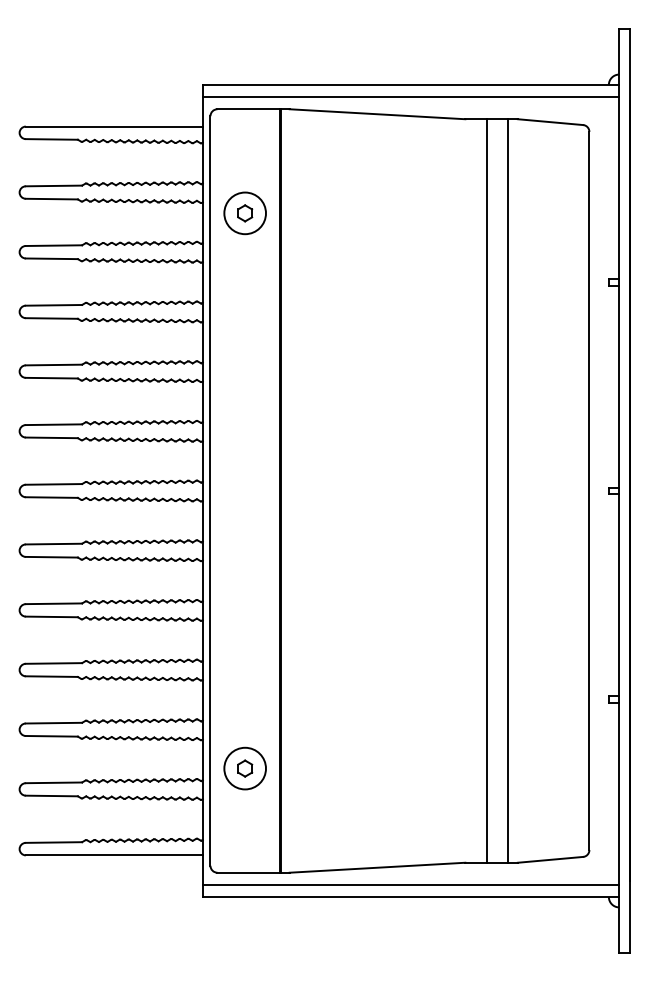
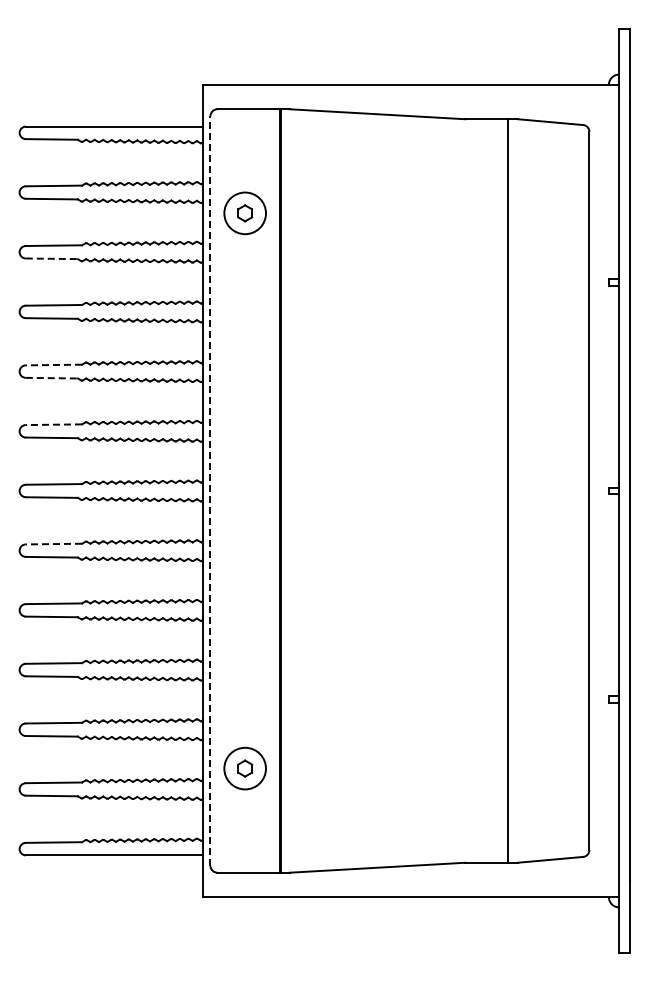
line at (410, 96): present -> none
line at (51, 258): solid -> dashed
line at (53, 365): solid -> dashed
line at (51, 378): solid -> dashed
line at (53, 424): solid -> dashed
line at (210, 490): solid -> dashed
line at (487, 490): present -> none
line at (53, 544): solid -> dashed
line at (410, 885): present -> none
